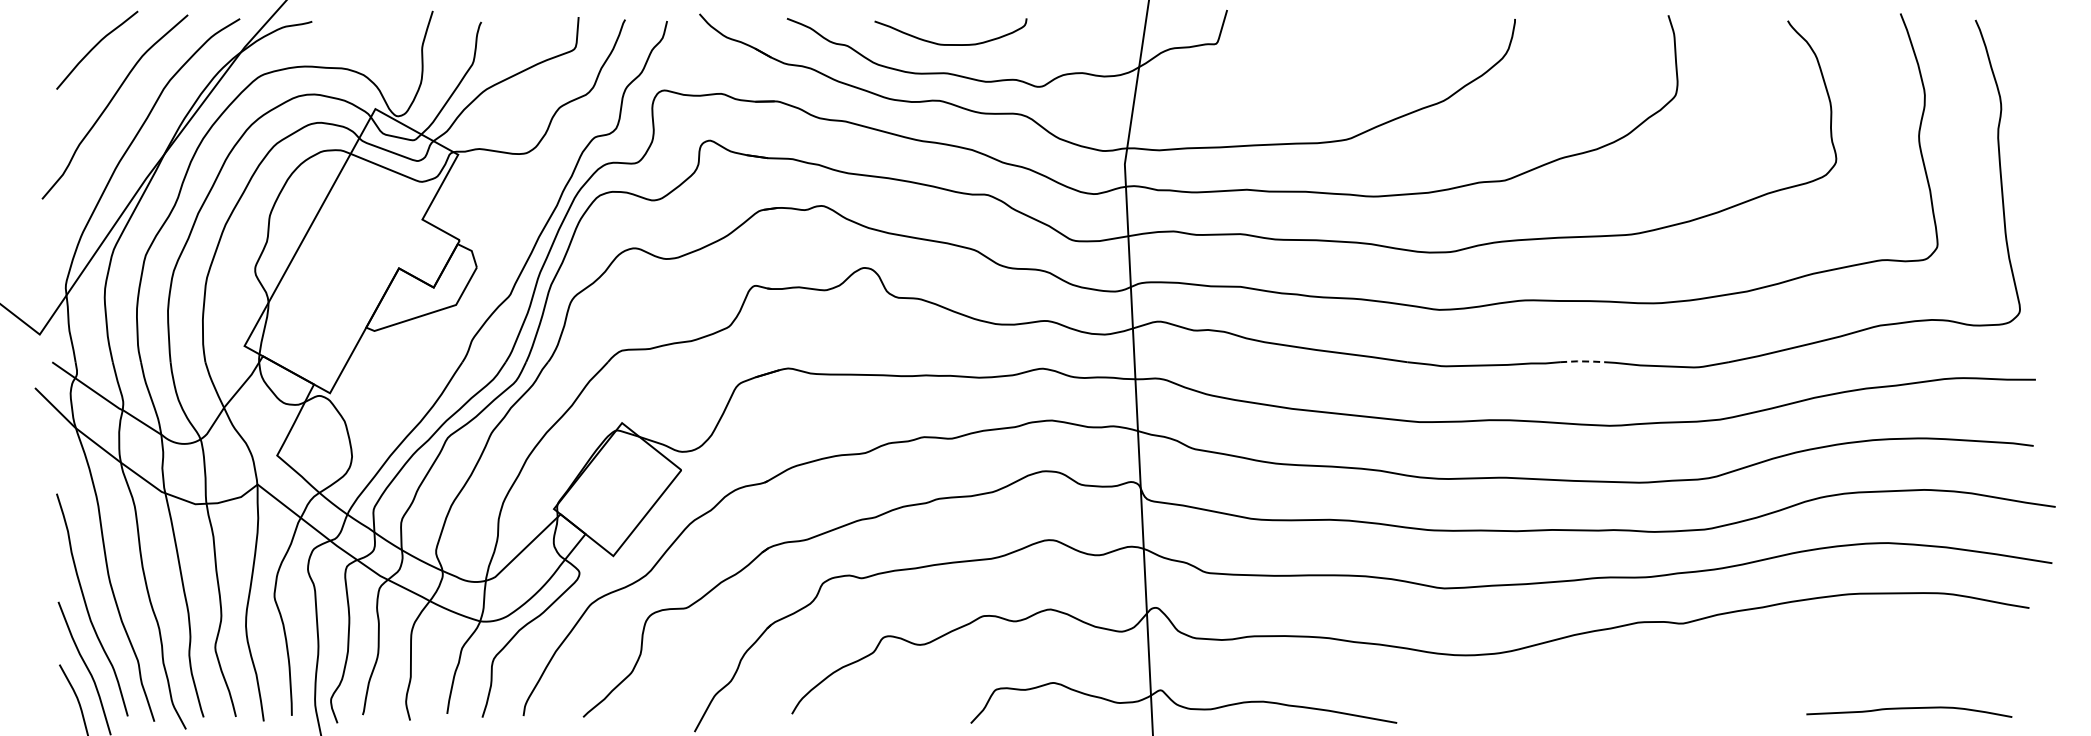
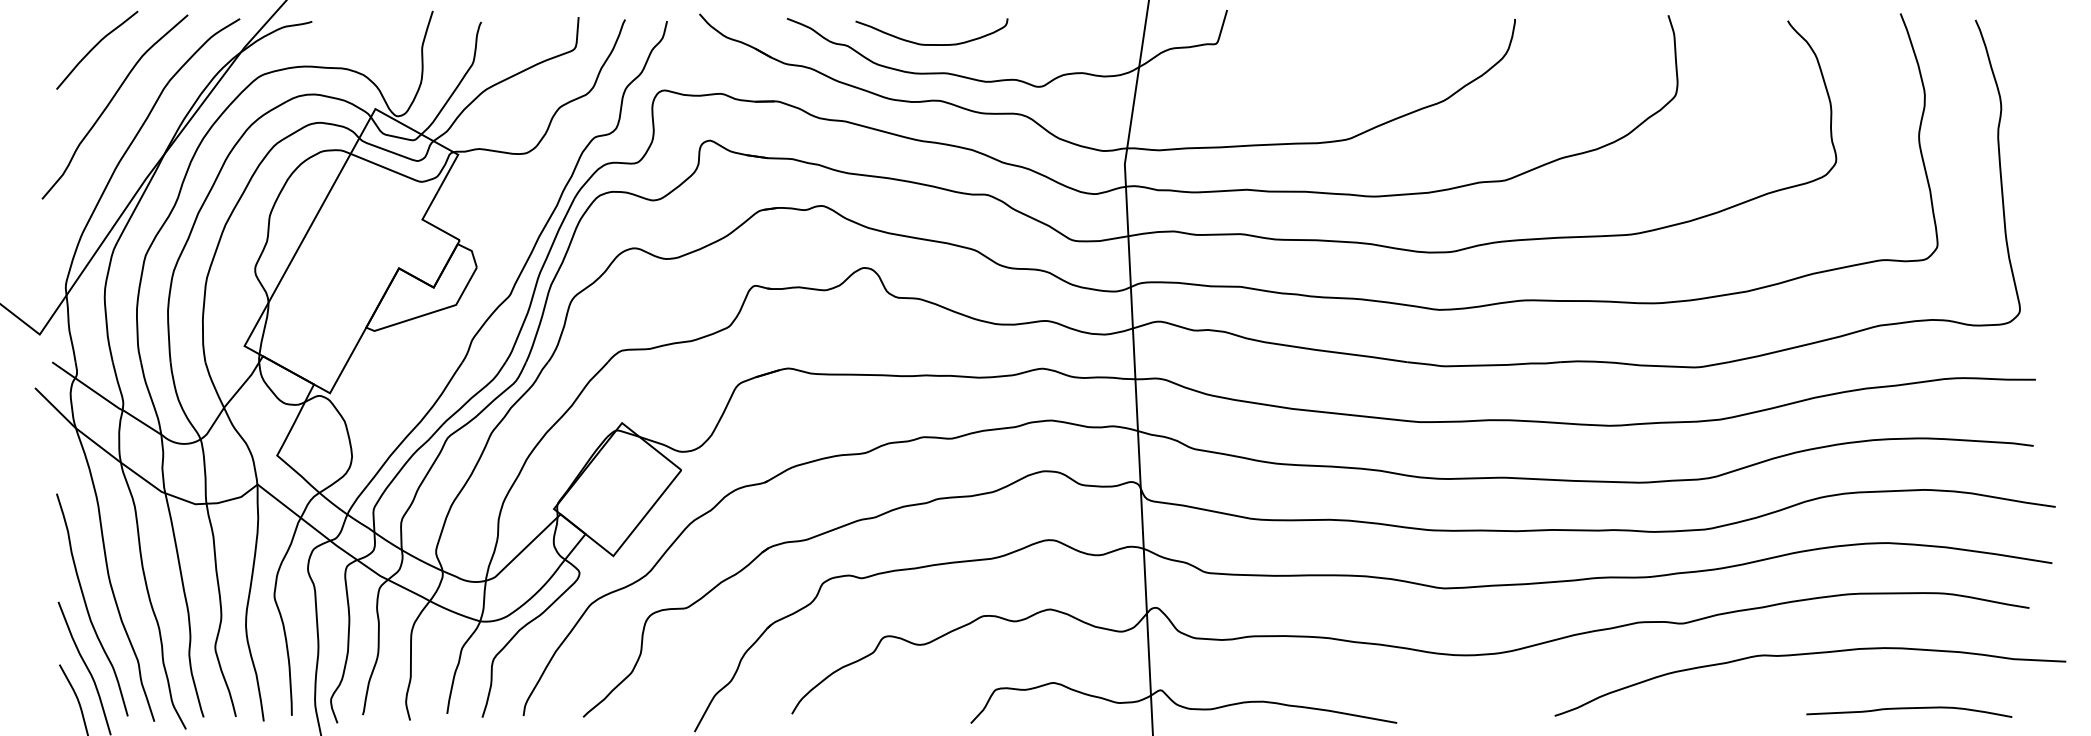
curve at (950, 44) position: (950, 44) -> (931, 44)
line at (1583, 361): dashed -> solid
curve at (1810, 654): none -> present
